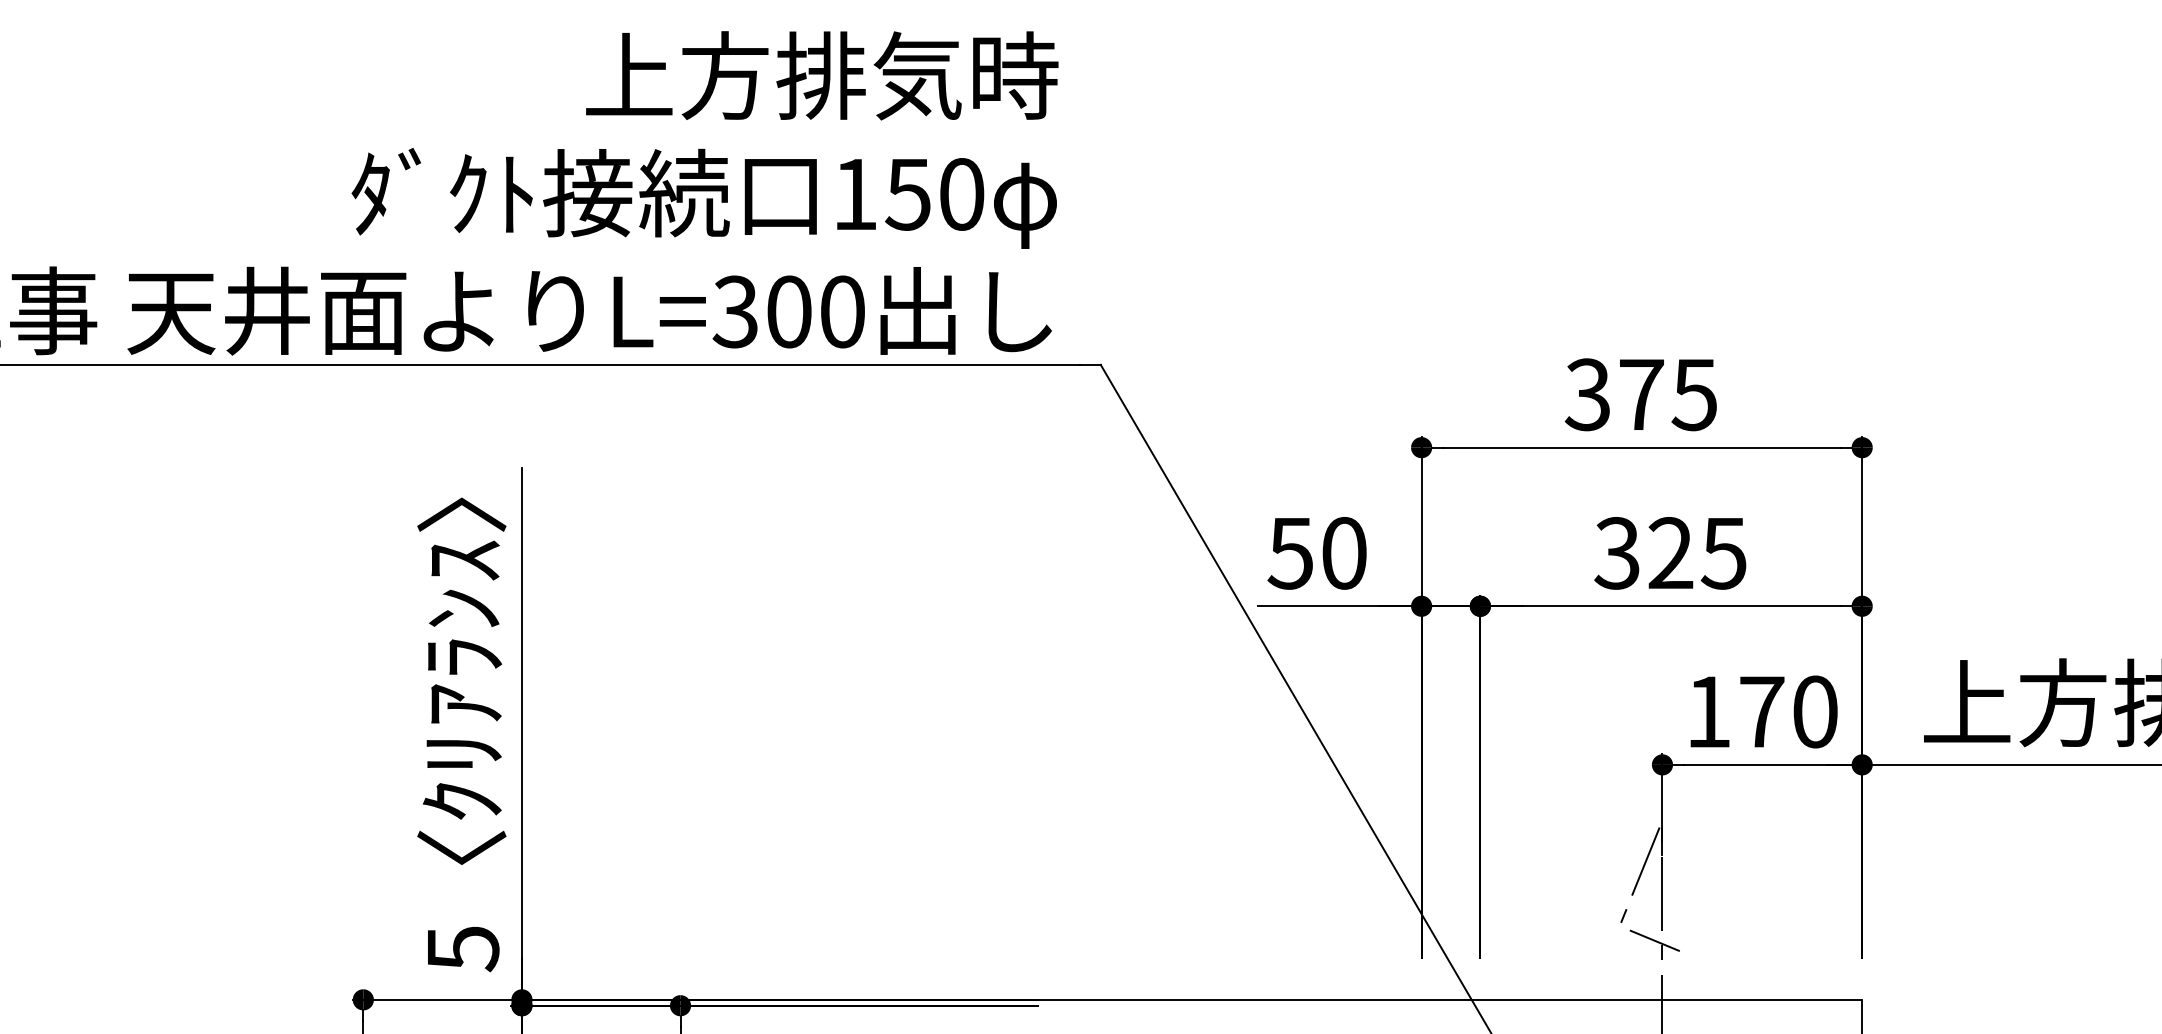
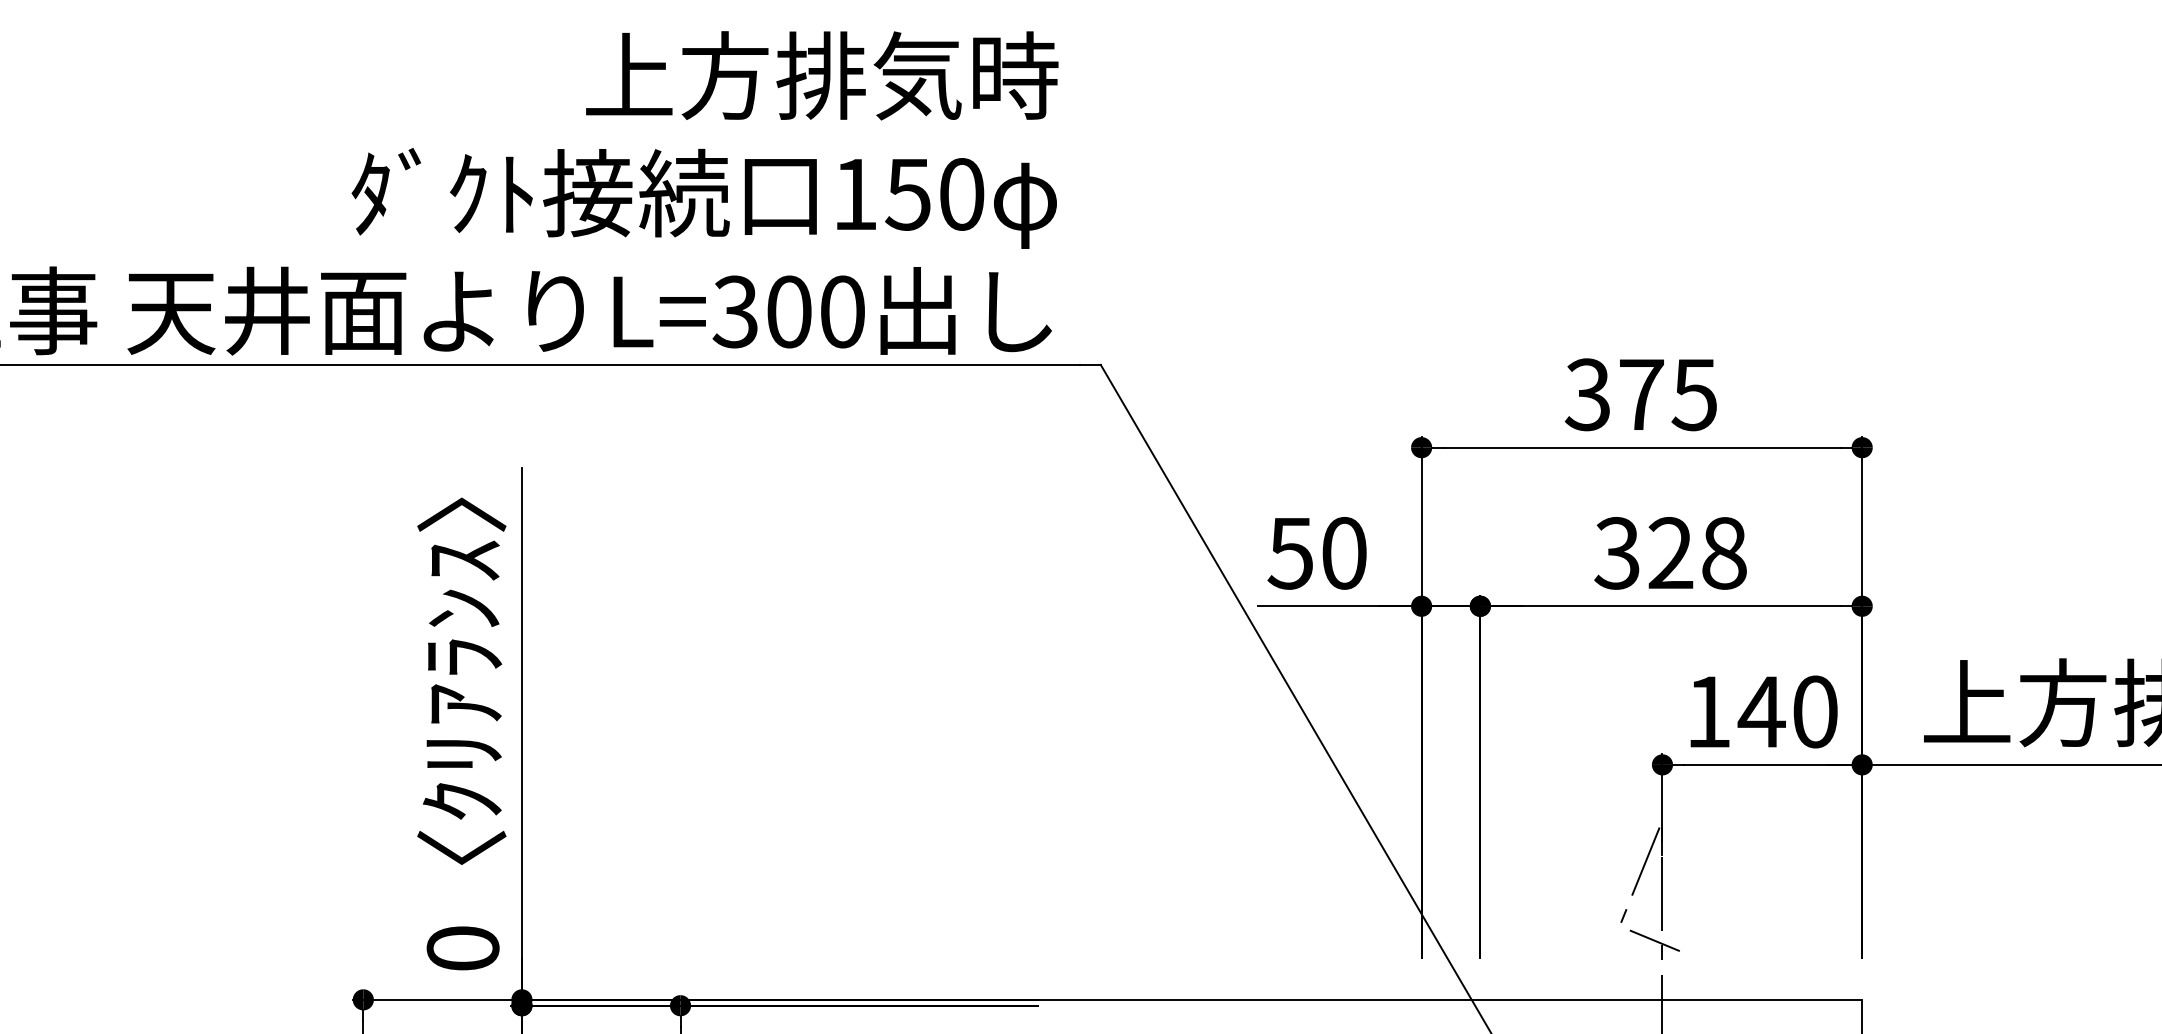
text at (1723, 553): 325 -> 328
text at (1761, 711): 170 -> 140
text at (462, 949): 5 -> 0
